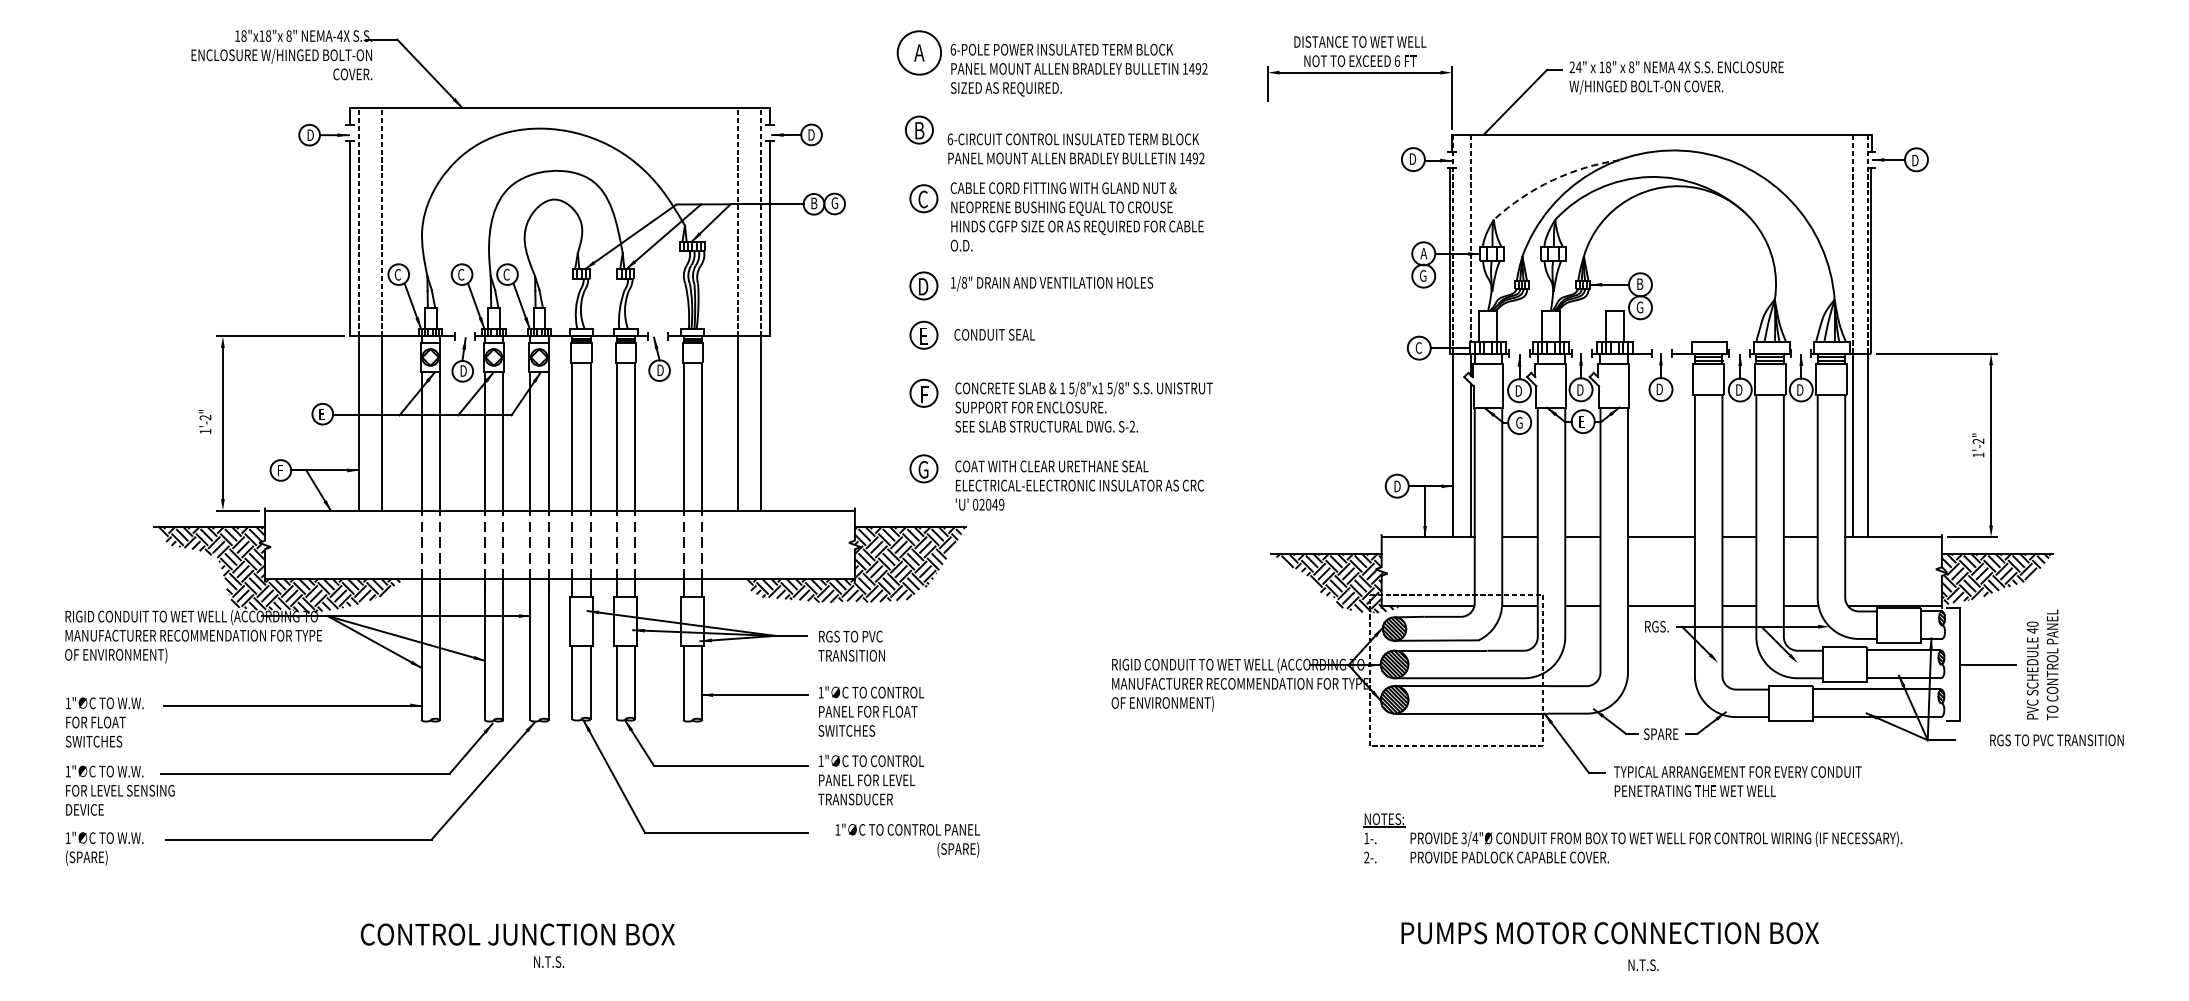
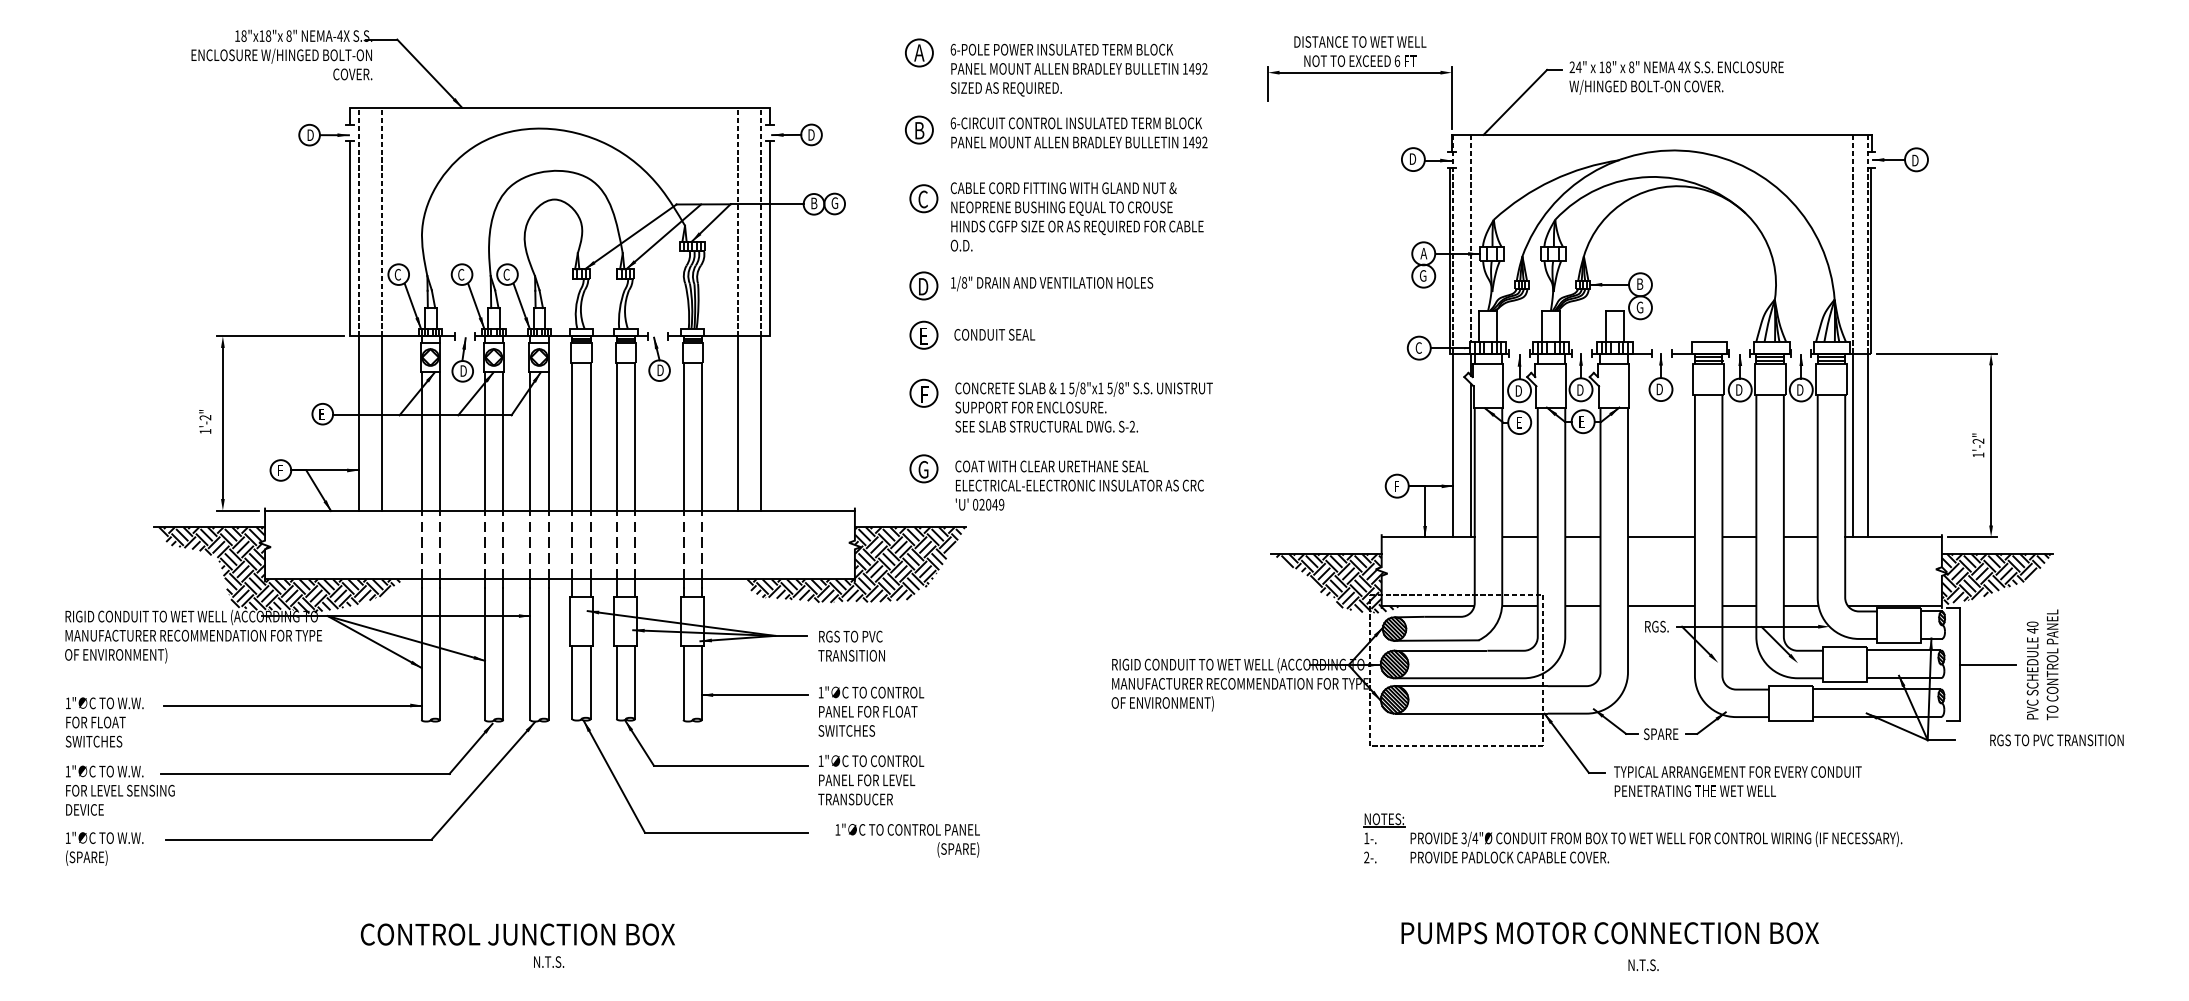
circle at (919, 52) diameter: 43 px -> 27 px
text at (1075, 148) position: (1075, 148) -> (1078, 132)
arc at (1552, 180): dashed -> solid
text at (1519, 422): G -> E
text at (1397, 486): D -> F
